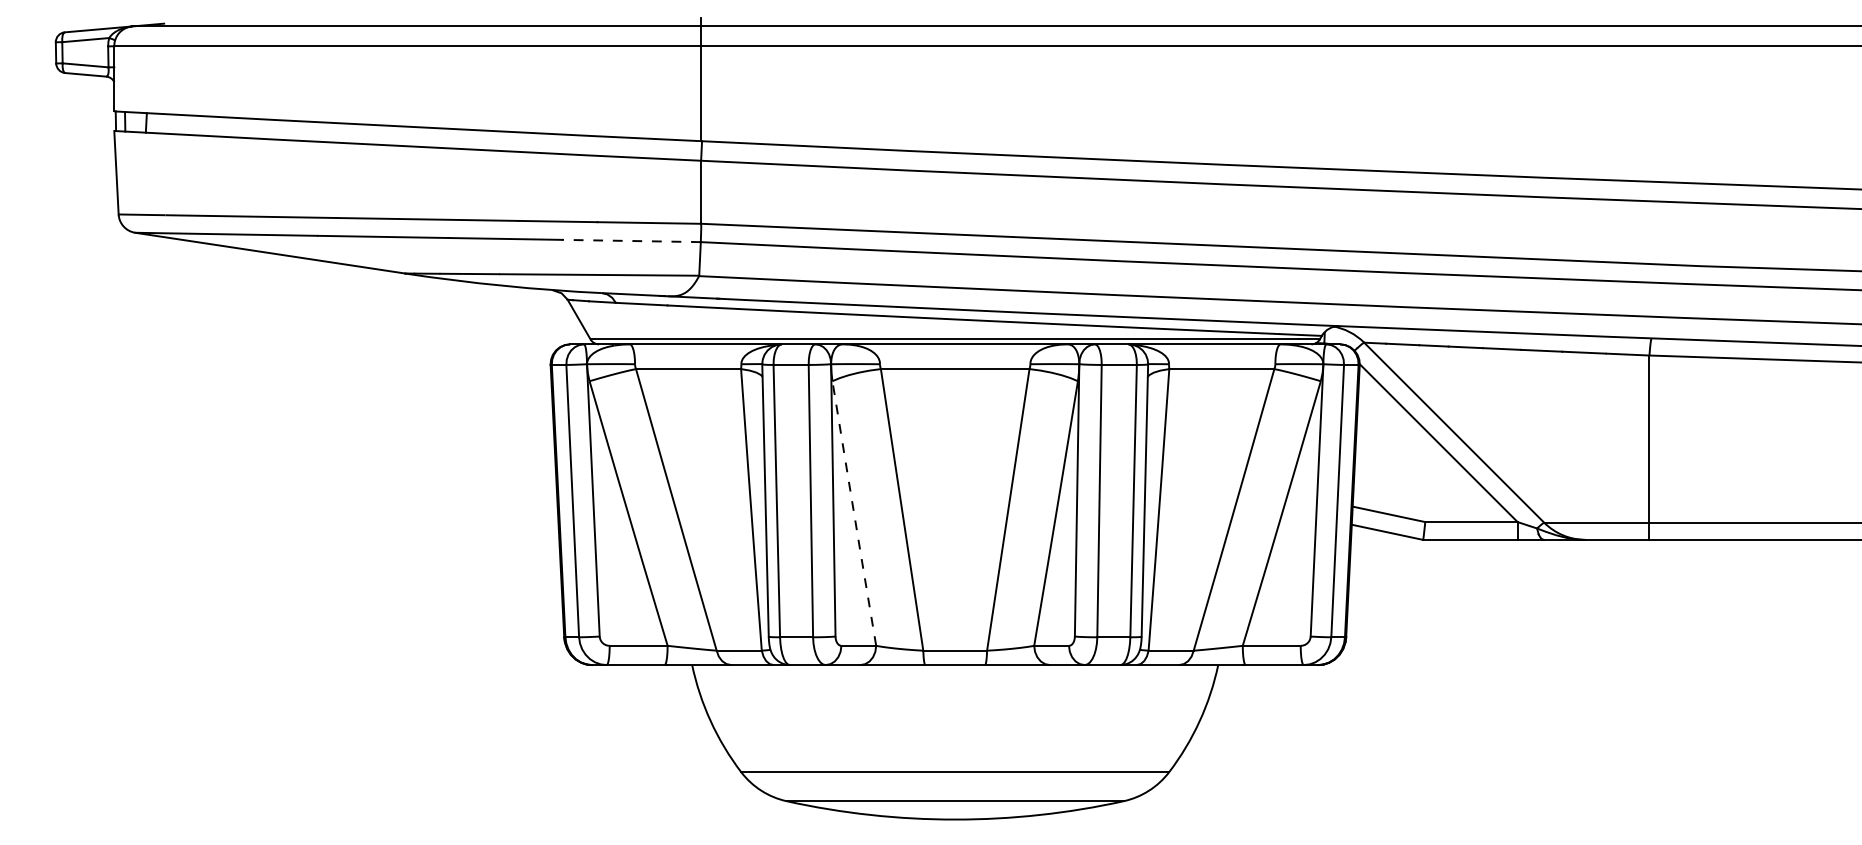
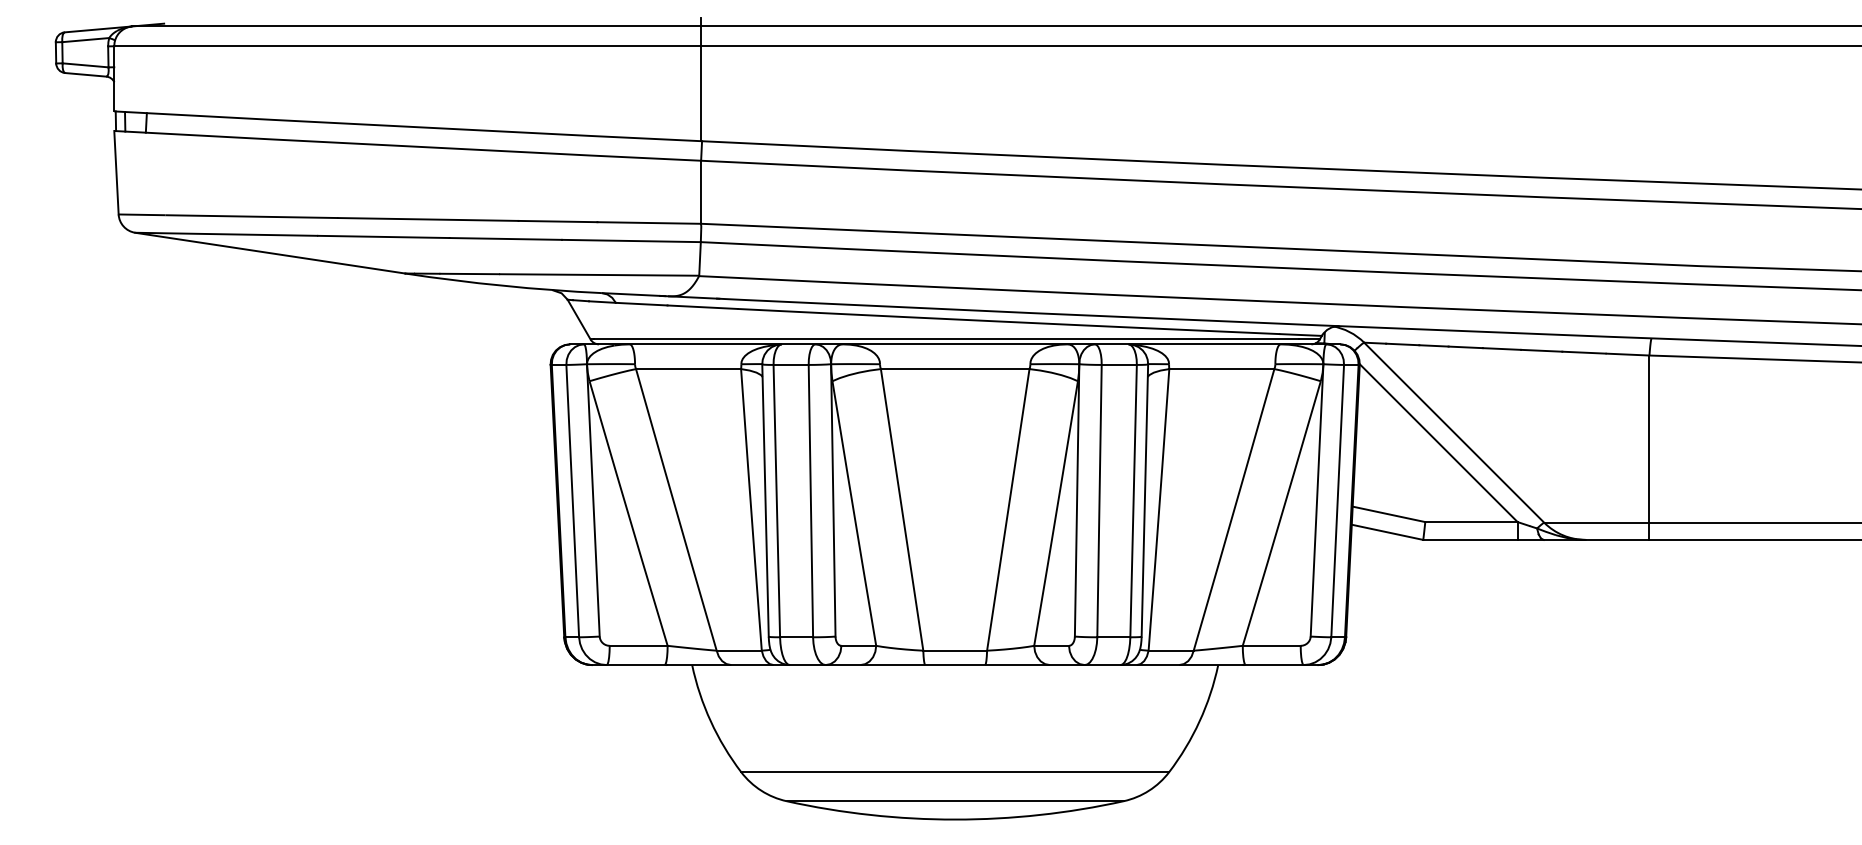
line at (630, 240): dashed -> solid
line at (854, 513): dashed -> solid
